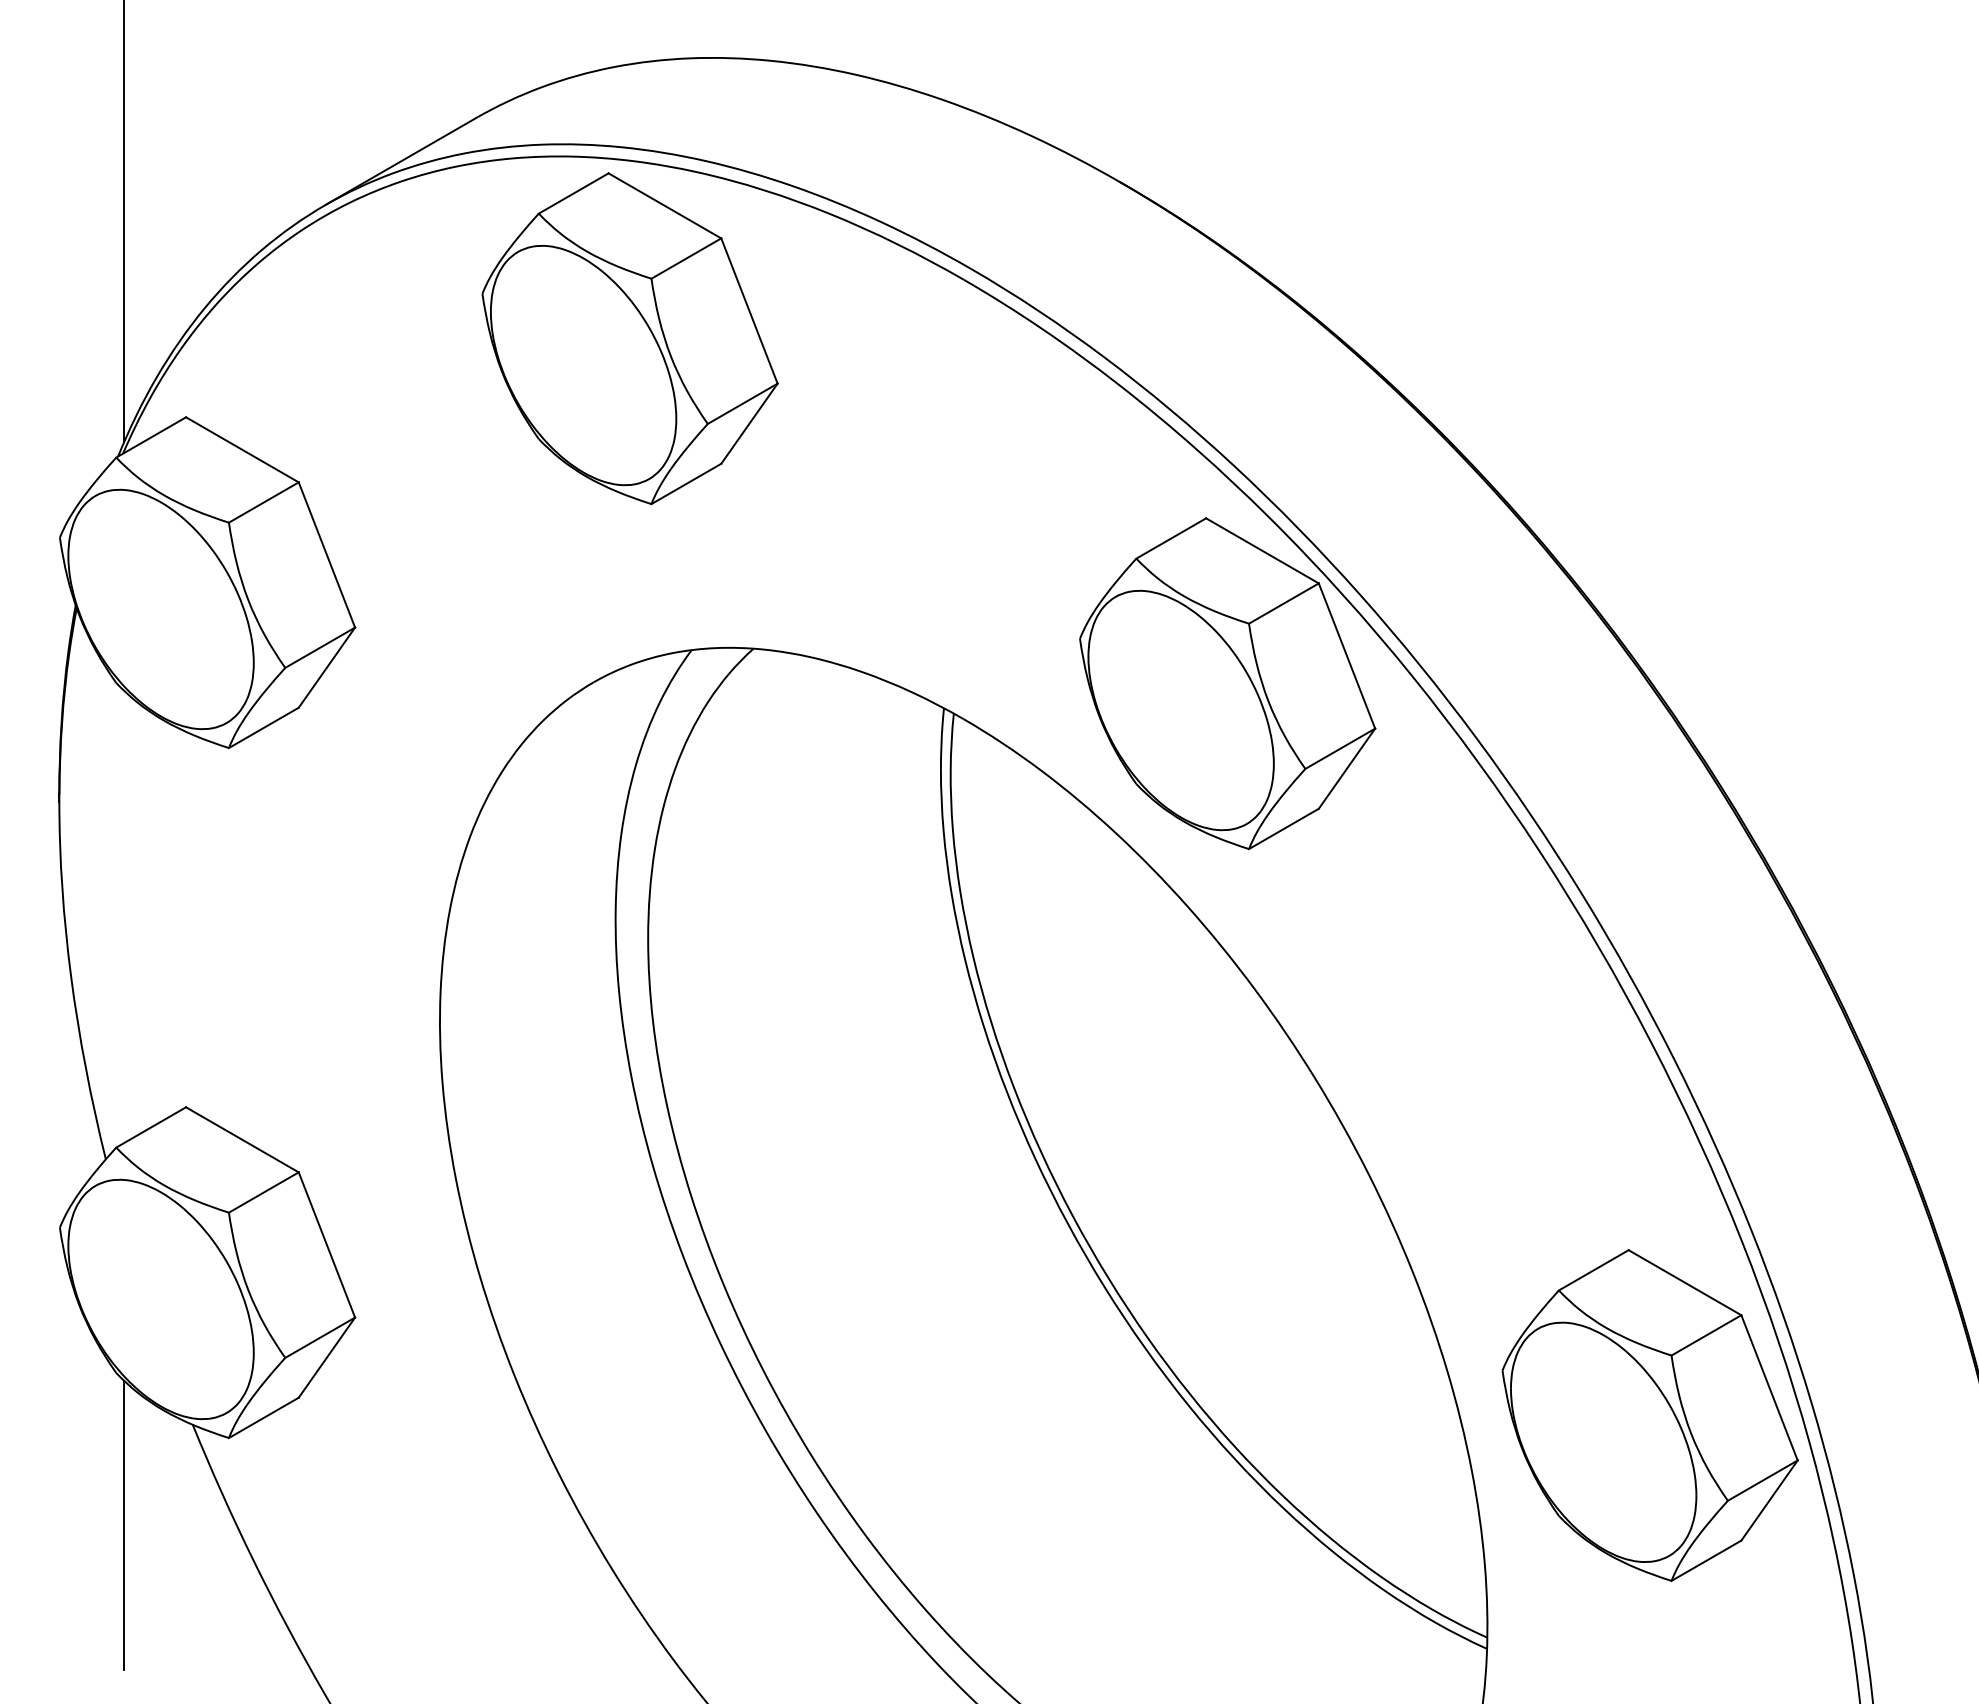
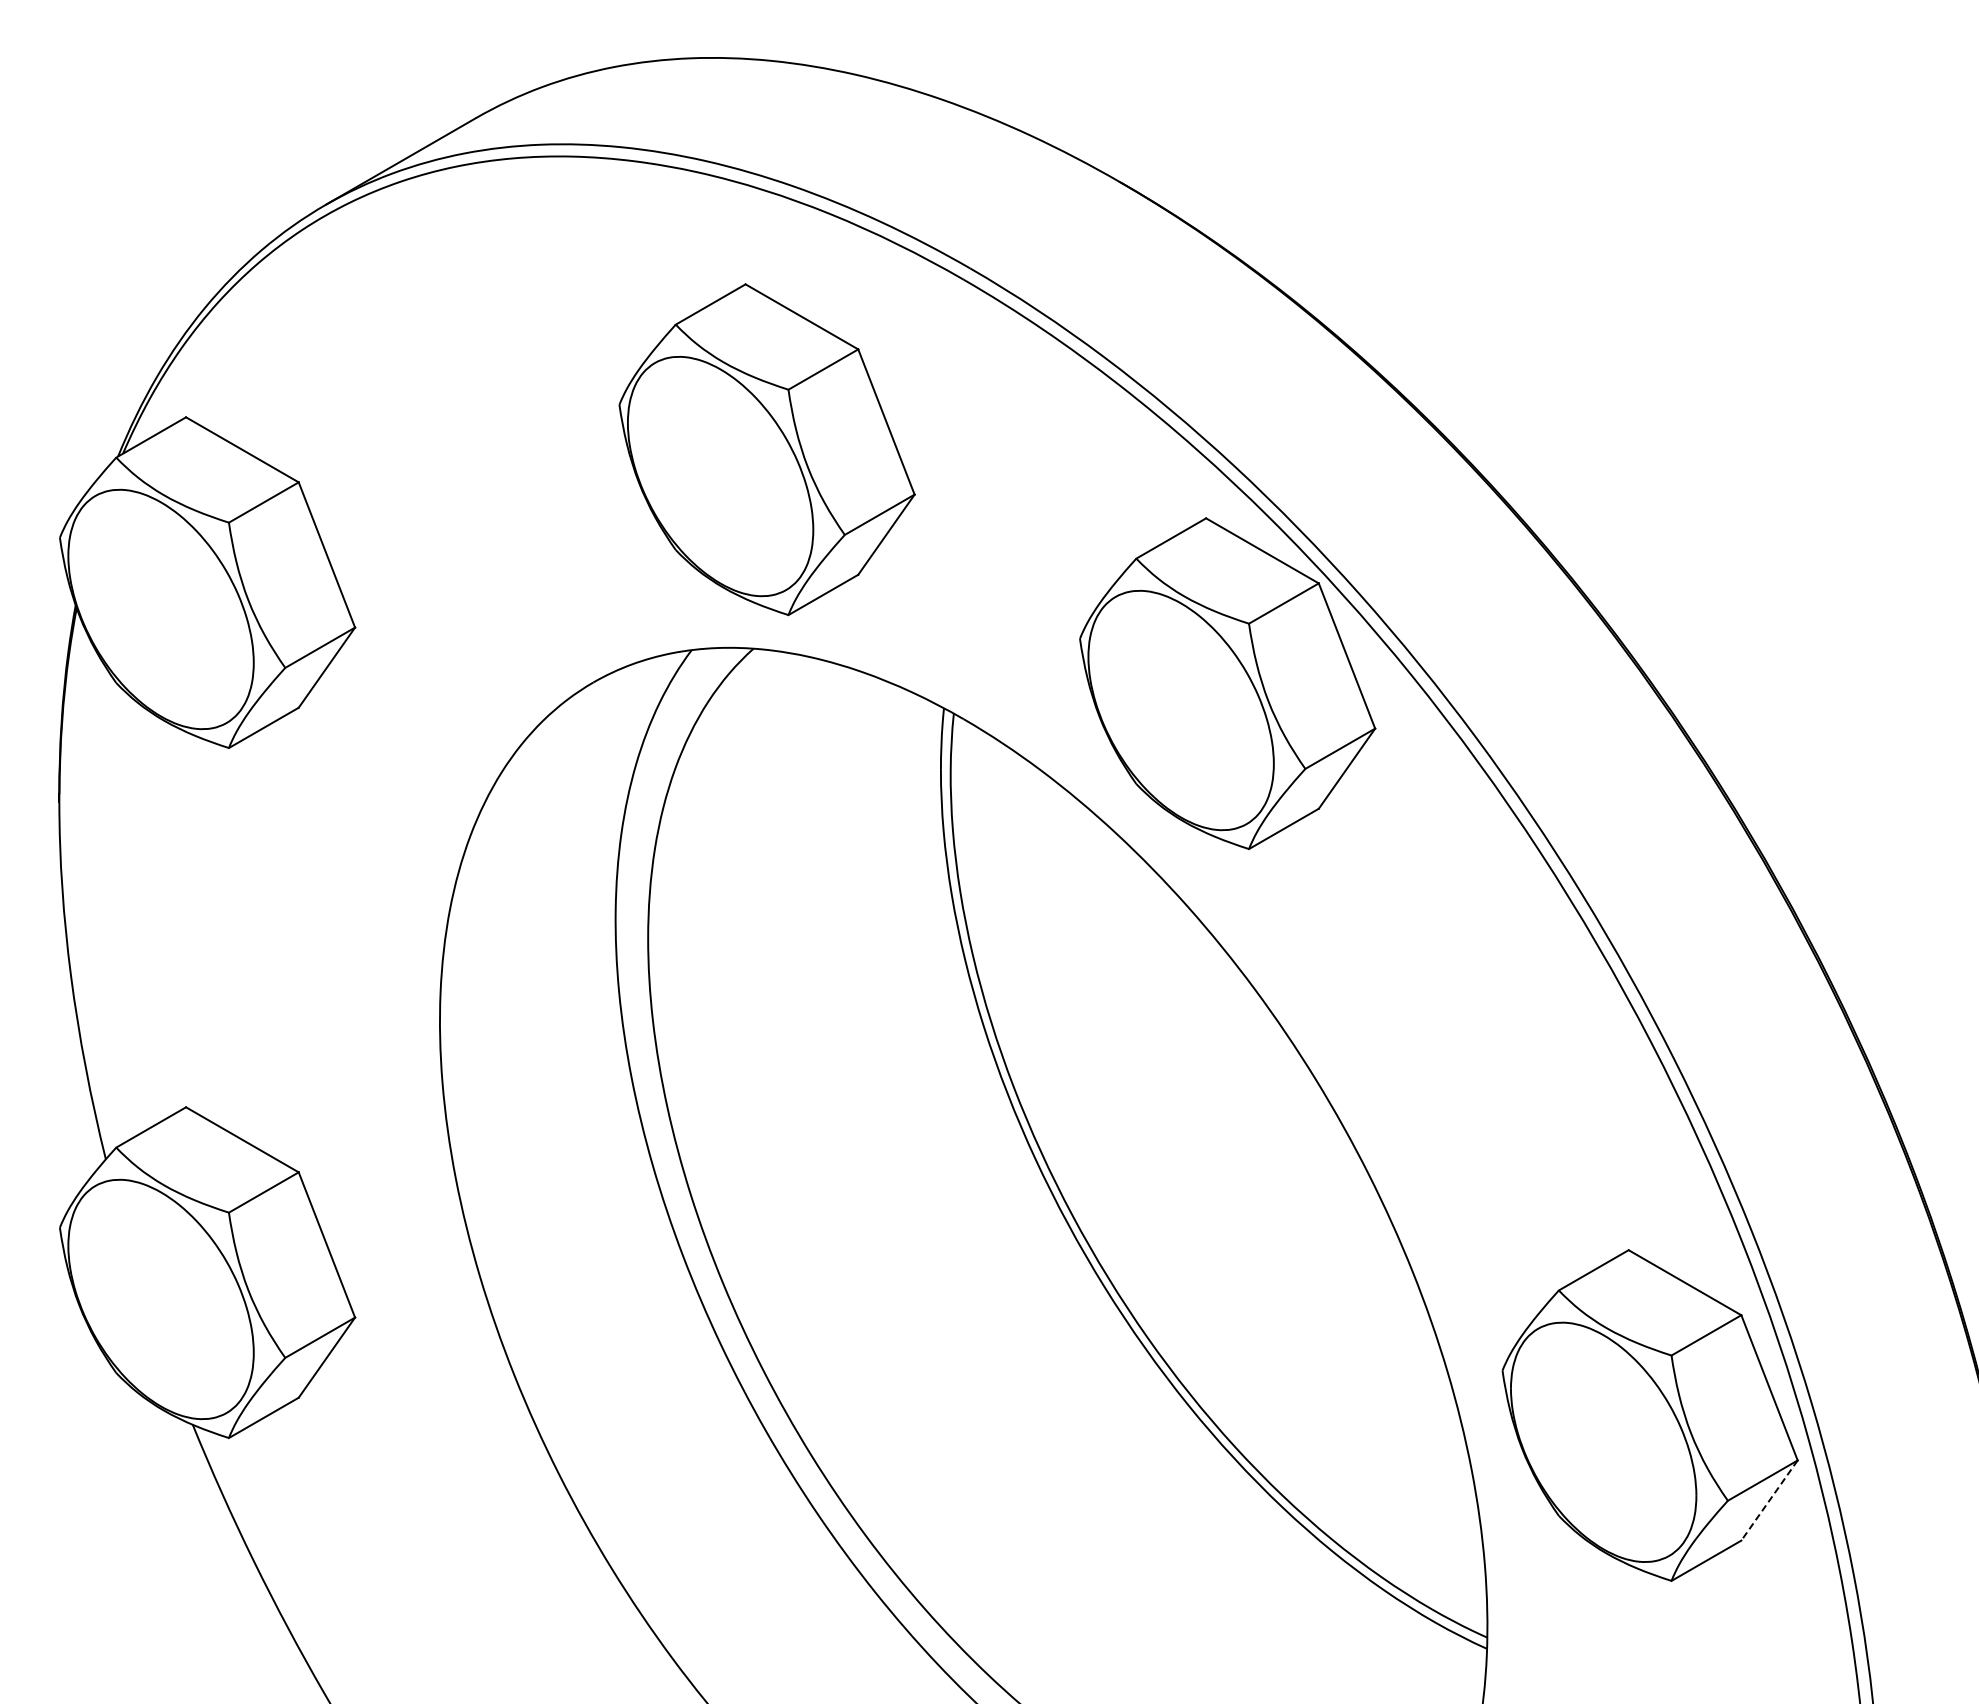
line at (124, 221): present -> none
part at (629, 338) position: (629, 338) -> (766, 449)
line at (1769, 1500): solid -> dashed
line at (124, 1525): present -> none
